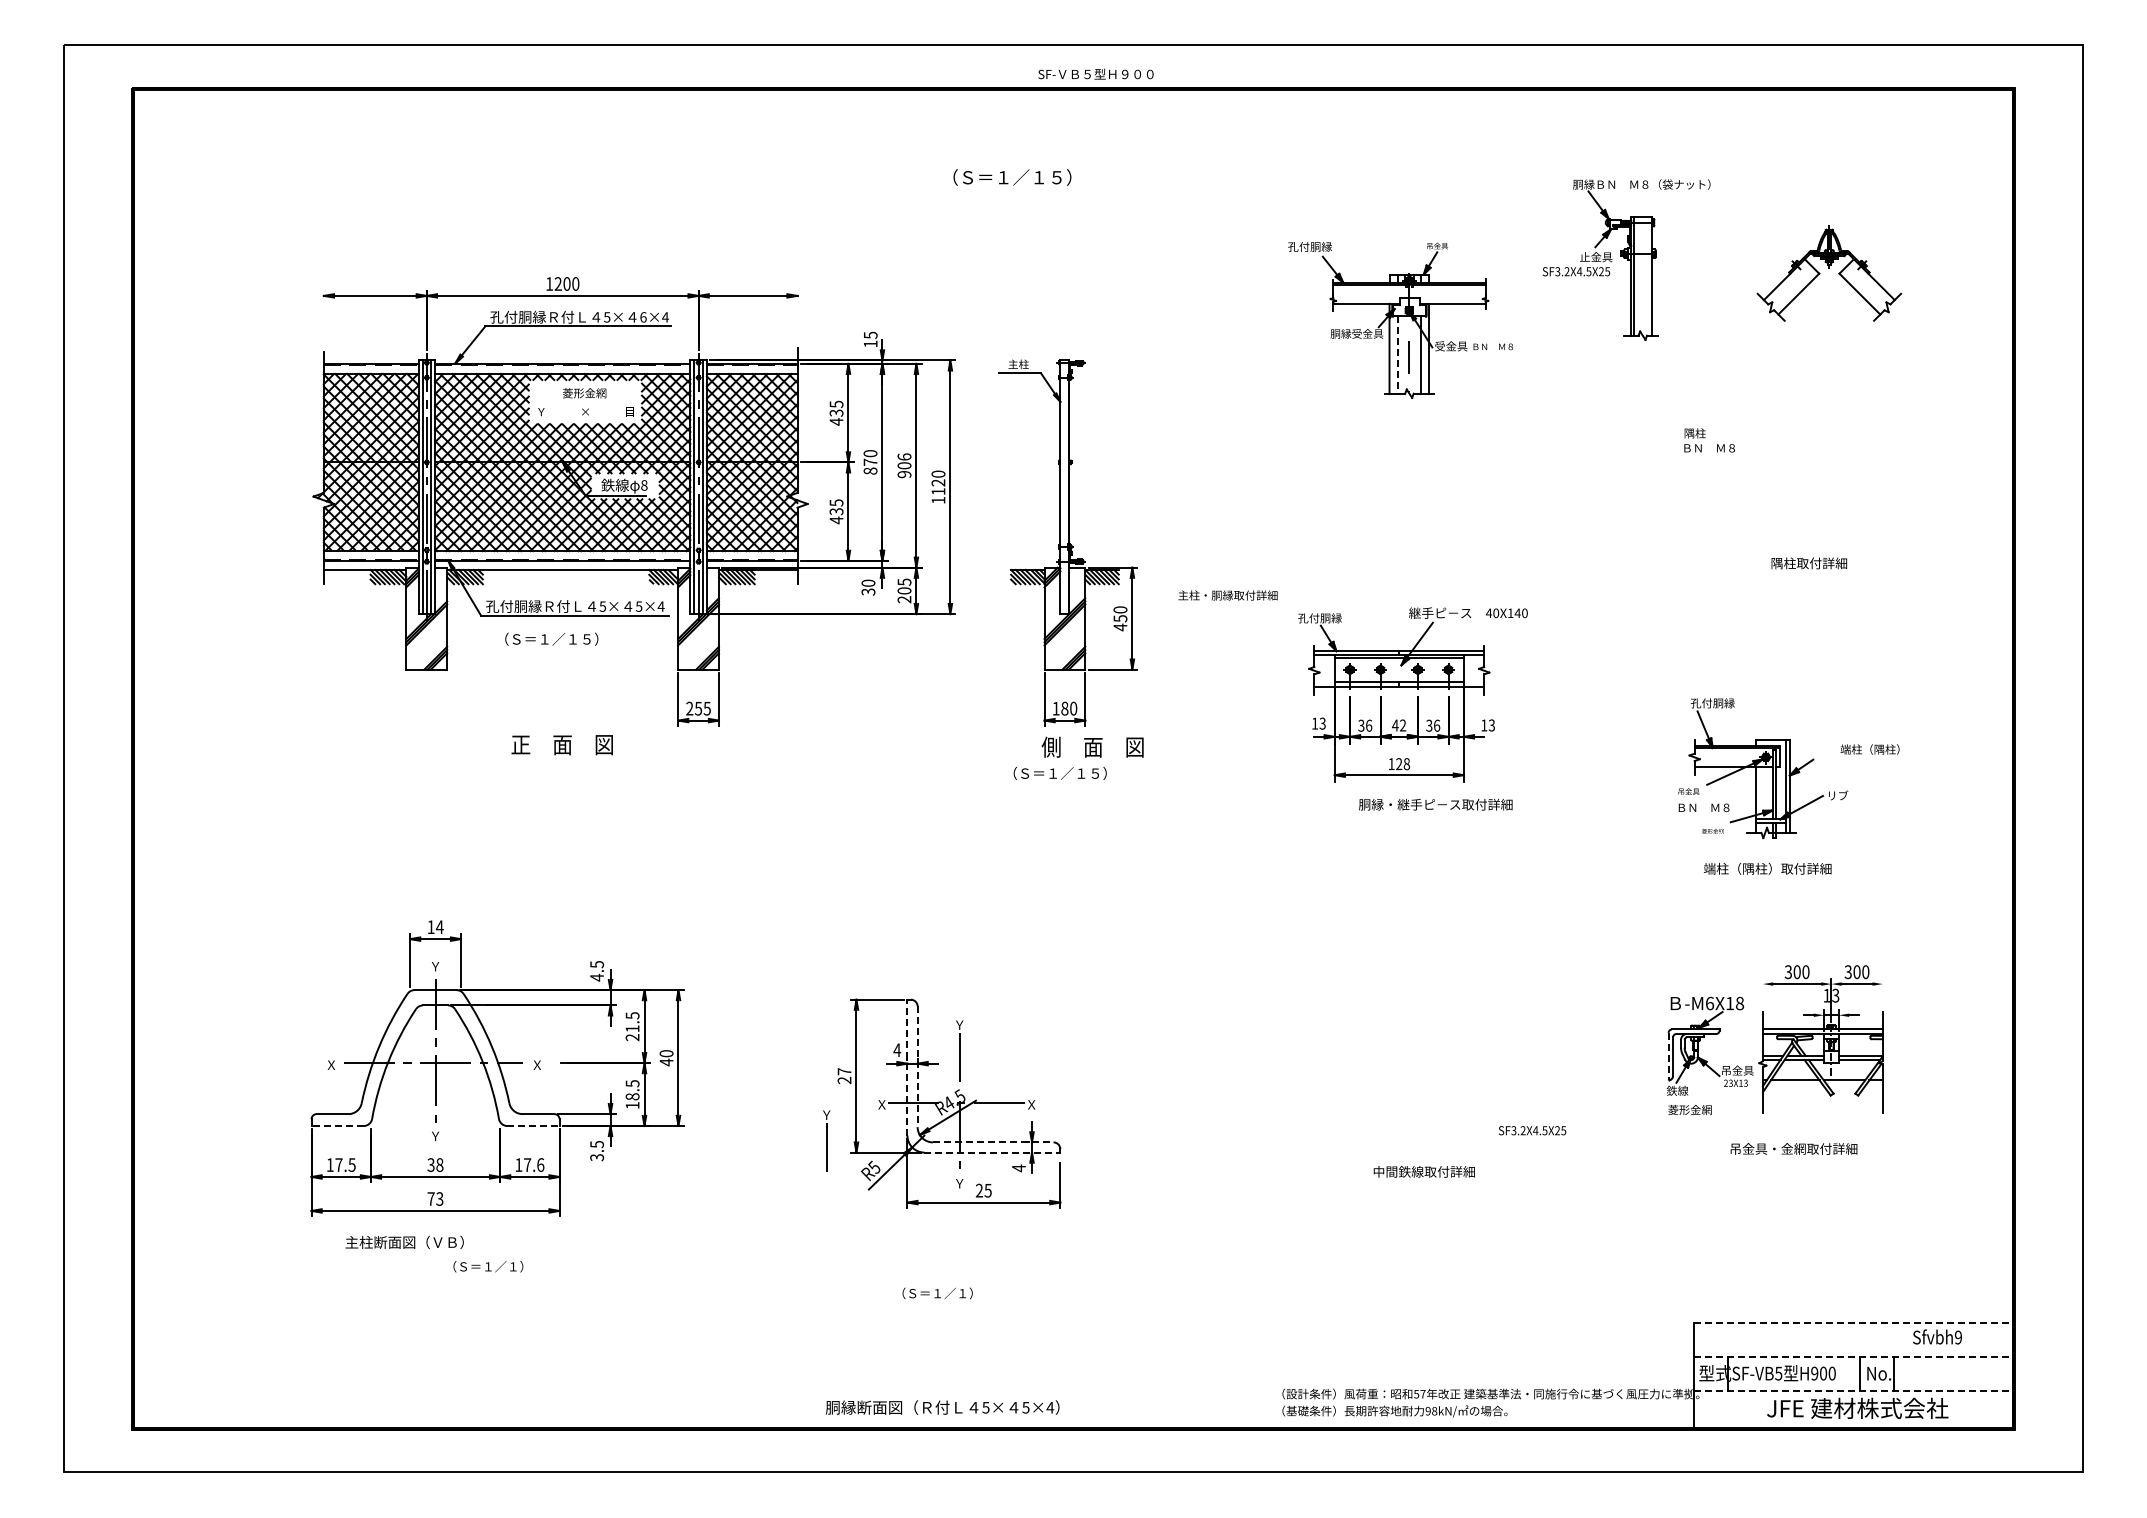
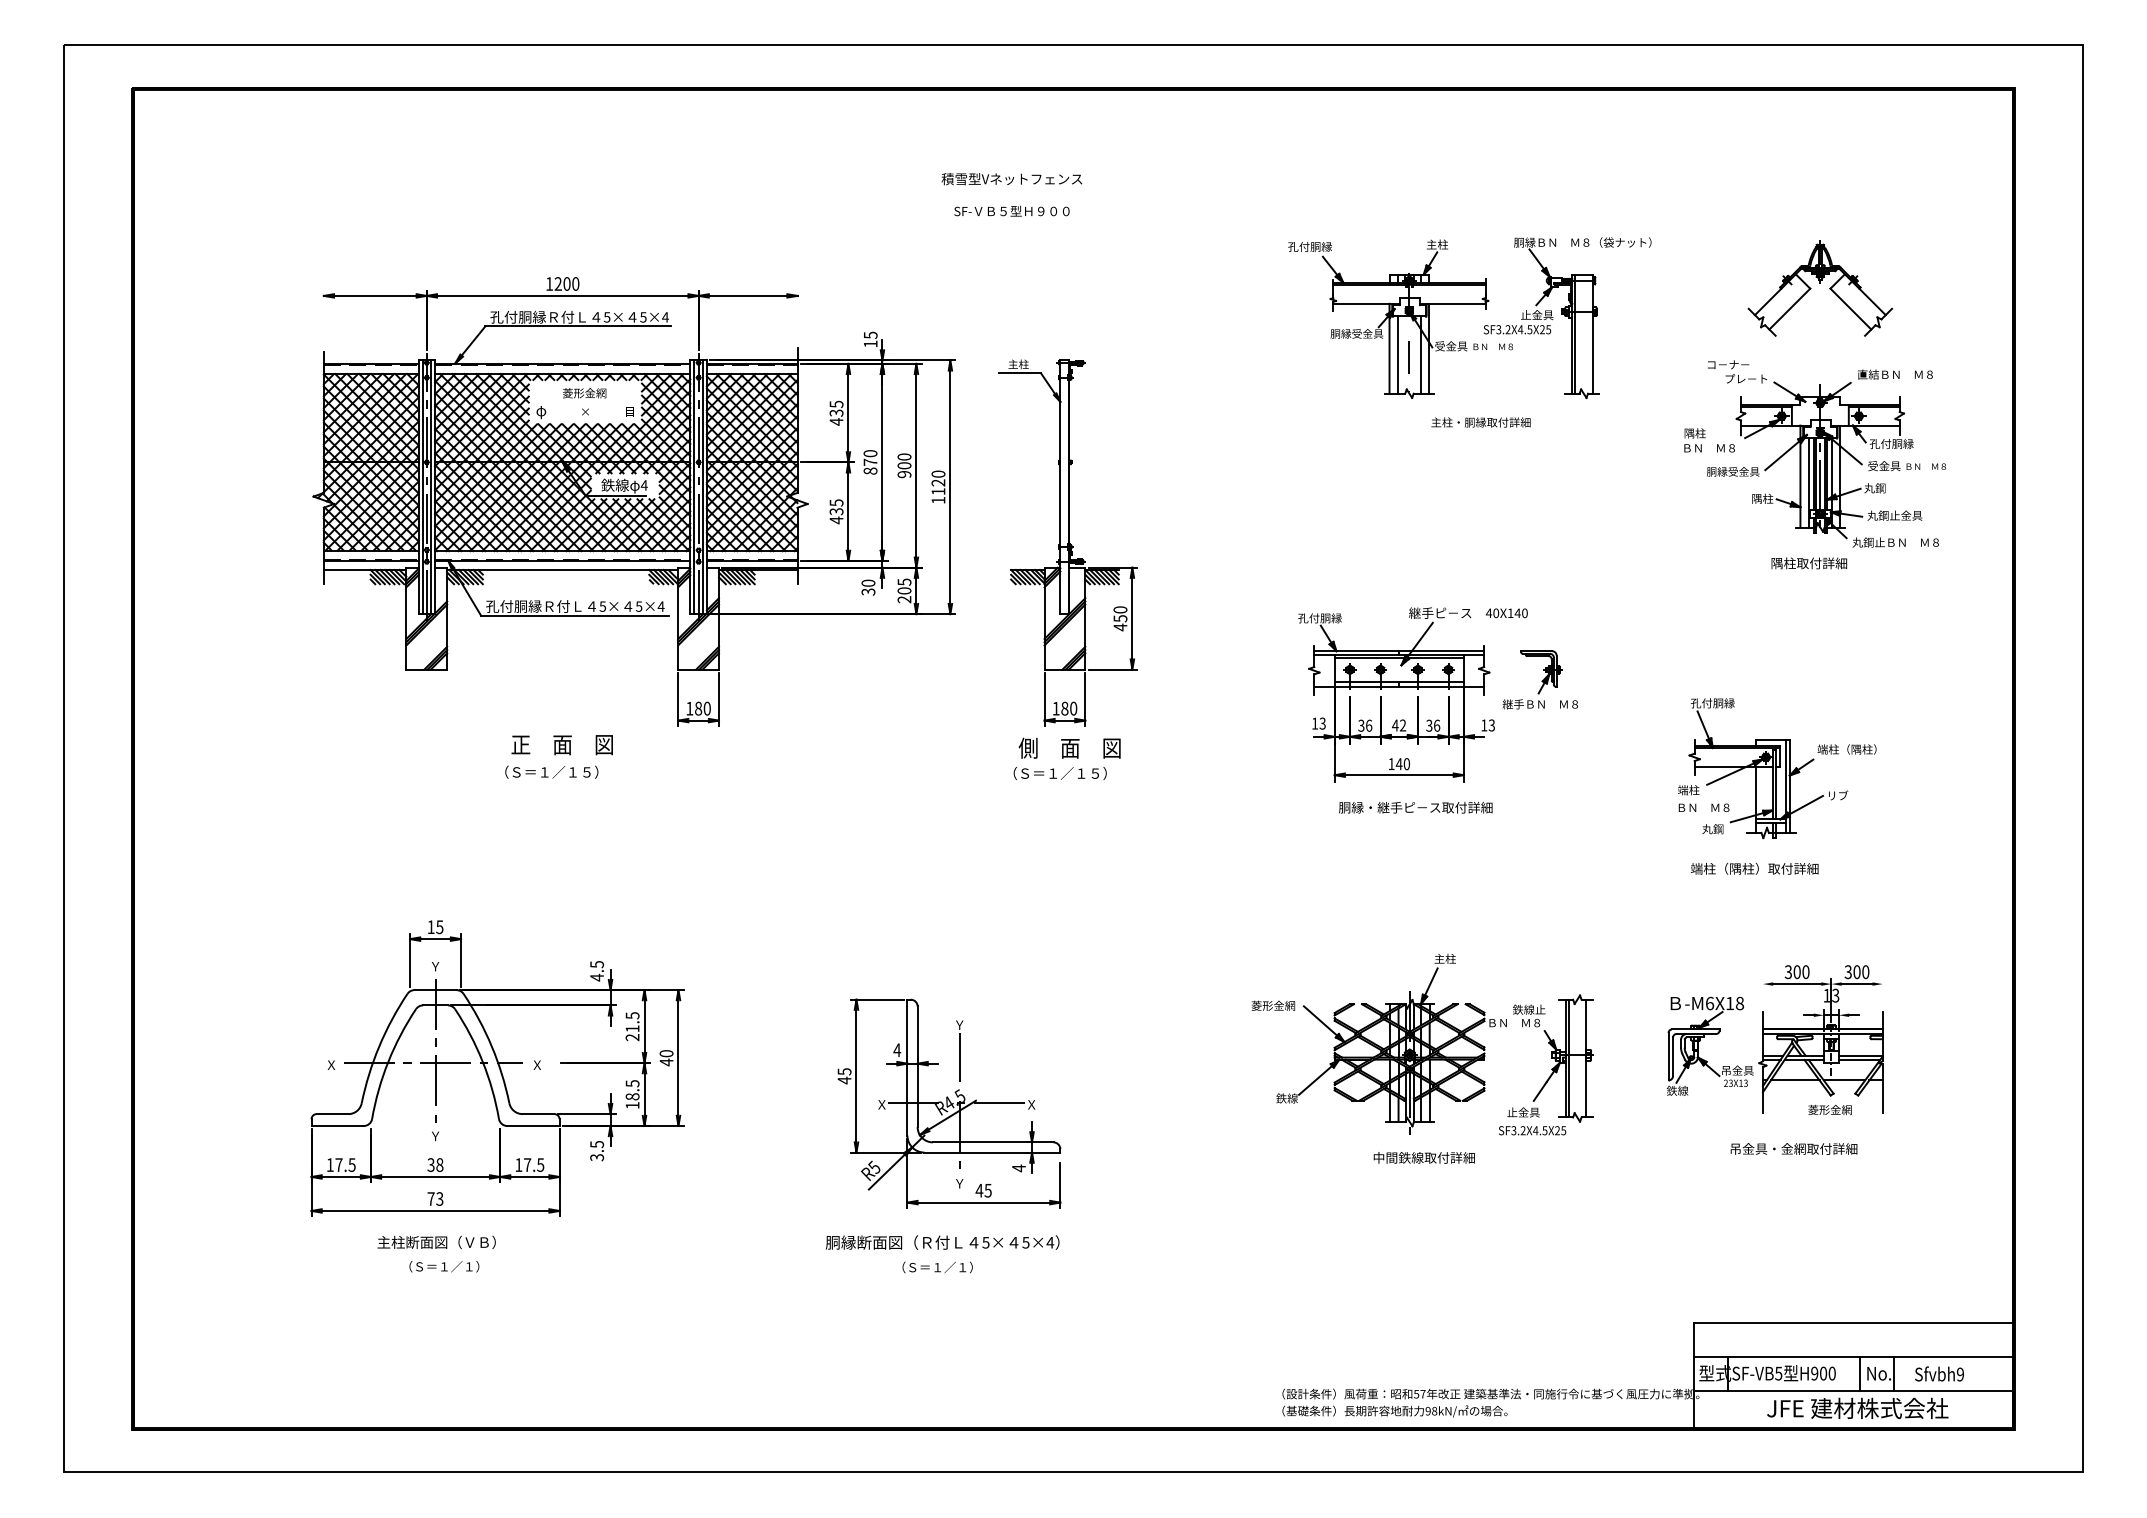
text at (1095, 73) position: (1095, 73) -> (1011, 210)
text at (1011, 177): （Ｓ＝１／１５） -> 積雪型Vネットフェンス
text at (1437, 244): 吊金具 -> 主柱
part at (1626, 259) position: (1626, 259) -> (1567, 317)
part at (1829, 273) position: (1829, 273) -> (1820, 288)
text at (643, 317): 6×4 -> 5×4
line at (1398, 354): dashed -> solid
text at (541, 412): Ｙ -> φ
part at (1826, 453): none -> present
text at (904, 456): 906 -> 900
text at (643, 485): 8 -> 4
text at (1227, 595) position: (1227, 595) -> (1480, 422)
text at (551, 638) position: (551, 638) -> (551, 771)
part at (1539, 679): none -> present
text at (698, 708): 255 -> 180
text at (1092, 746) position: (1092, 746) -> (1069, 747)
text at (1869, 749) position: (1869, 749) -> (1846, 749)
text at (1402, 764): 128 -> 140
text at (1688, 790): 吊金具 -> 端柱
text at (1435, 804) position: (1435, 804) -> (1415, 807)
text at (1712, 829): 菱形金網 -> 丸鋼
text at (1767, 868) position: (1767, 868) -> (1754, 868)
text at (439, 927): 14 -> 15
part at (1422, 1044): none -> present
line at (1668, 1056): dashed -> solid
line at (907, 1067): dashed -> solid
line at (917, 1067): dashed -> solid
text at (844, 1076): 27 -> 45
text at (1689, 1109) position: (1689, 1109) -> (1829, 1109)
line at (337, 1126): dashed -> solid
line at (533, 1126): dashed -> solid
part at (826, 1140): present -> none
line at (993, 1142): dashed -> solid
line at (992, 1152): dashed -> solid
text at (540, 1164): 17.6 -> 17.5
text at (1423, 1171) position: (1423, 1171) -> (1423, 1157)
text at (979, 1190): 25 -> 45
text at (404, 1241) position: (404, 1241) -> (436, 1241)
text at (488, 1266) position: (488, 1266) -> (444, 1266)
text at (937, 1293) position: (937, 1293) -> (937, 1267)
line at (1854, 1323): dashed -> solid
text at (1937, 1336) position: (1937, 1336) -> (1939, 1373)
line at (1854, 1356): dashed -> solid
line at (1854, 1390): dashed -> solid
text at (942, 1407) position: (942, 1407) -> (942, 1242)
